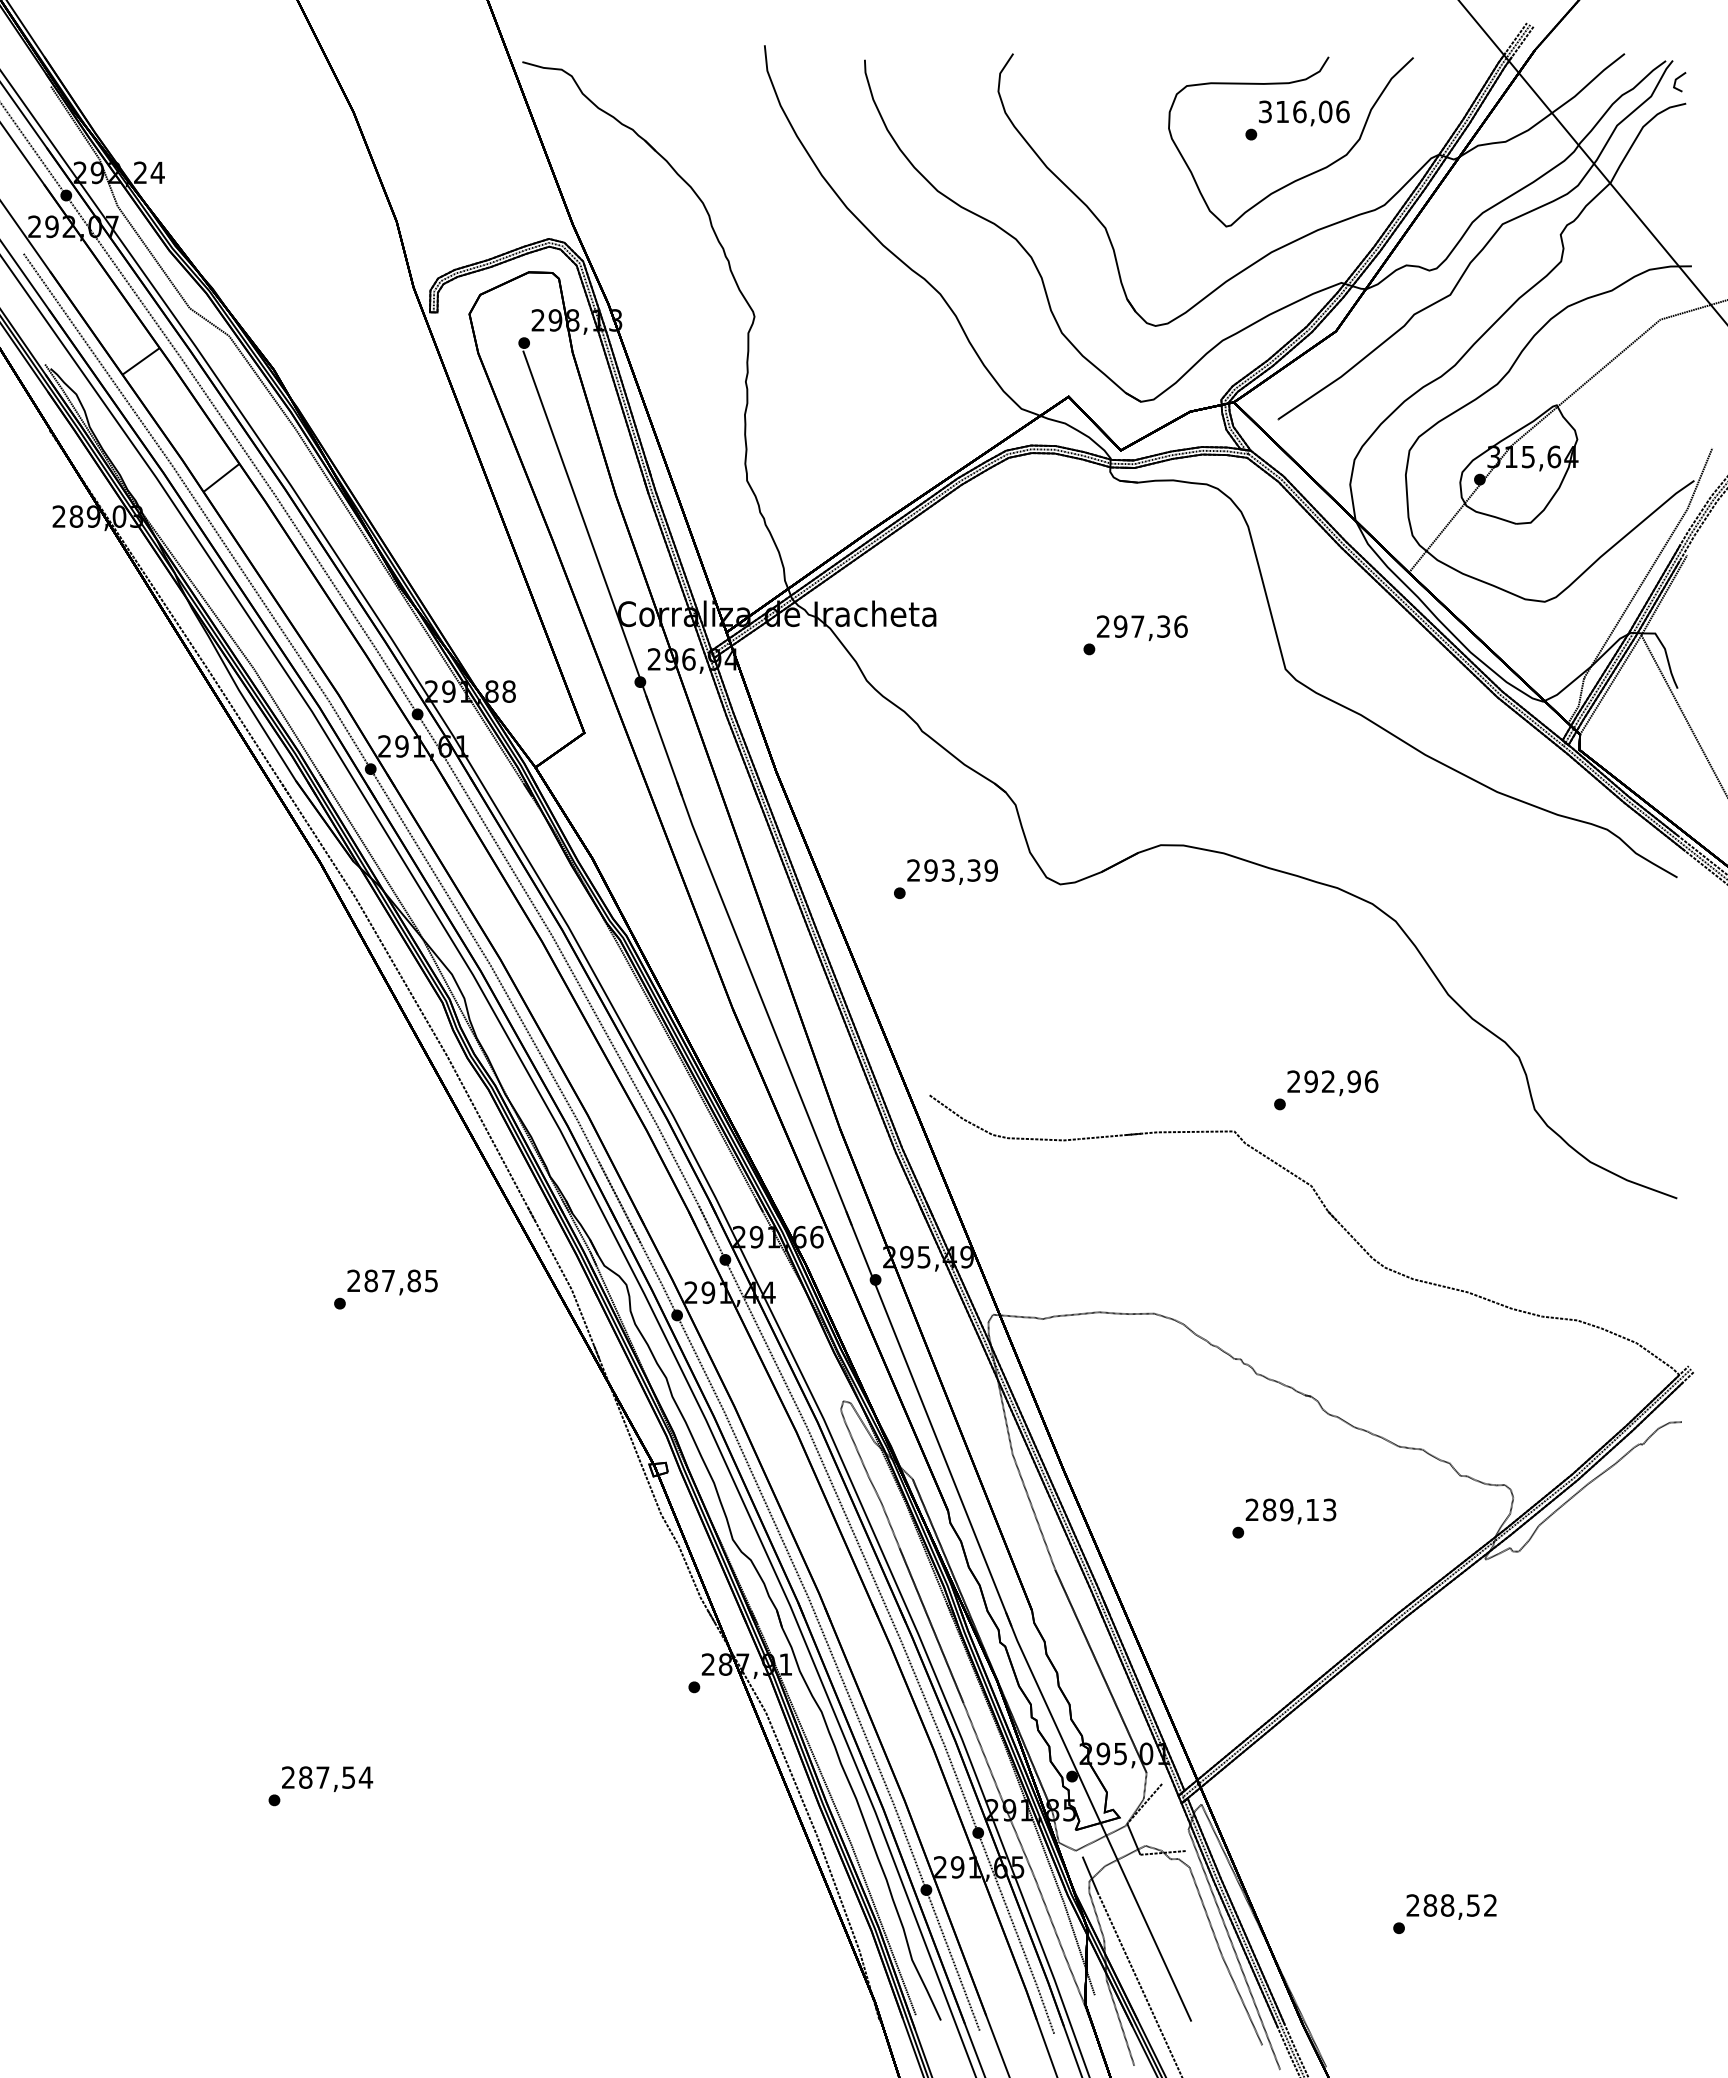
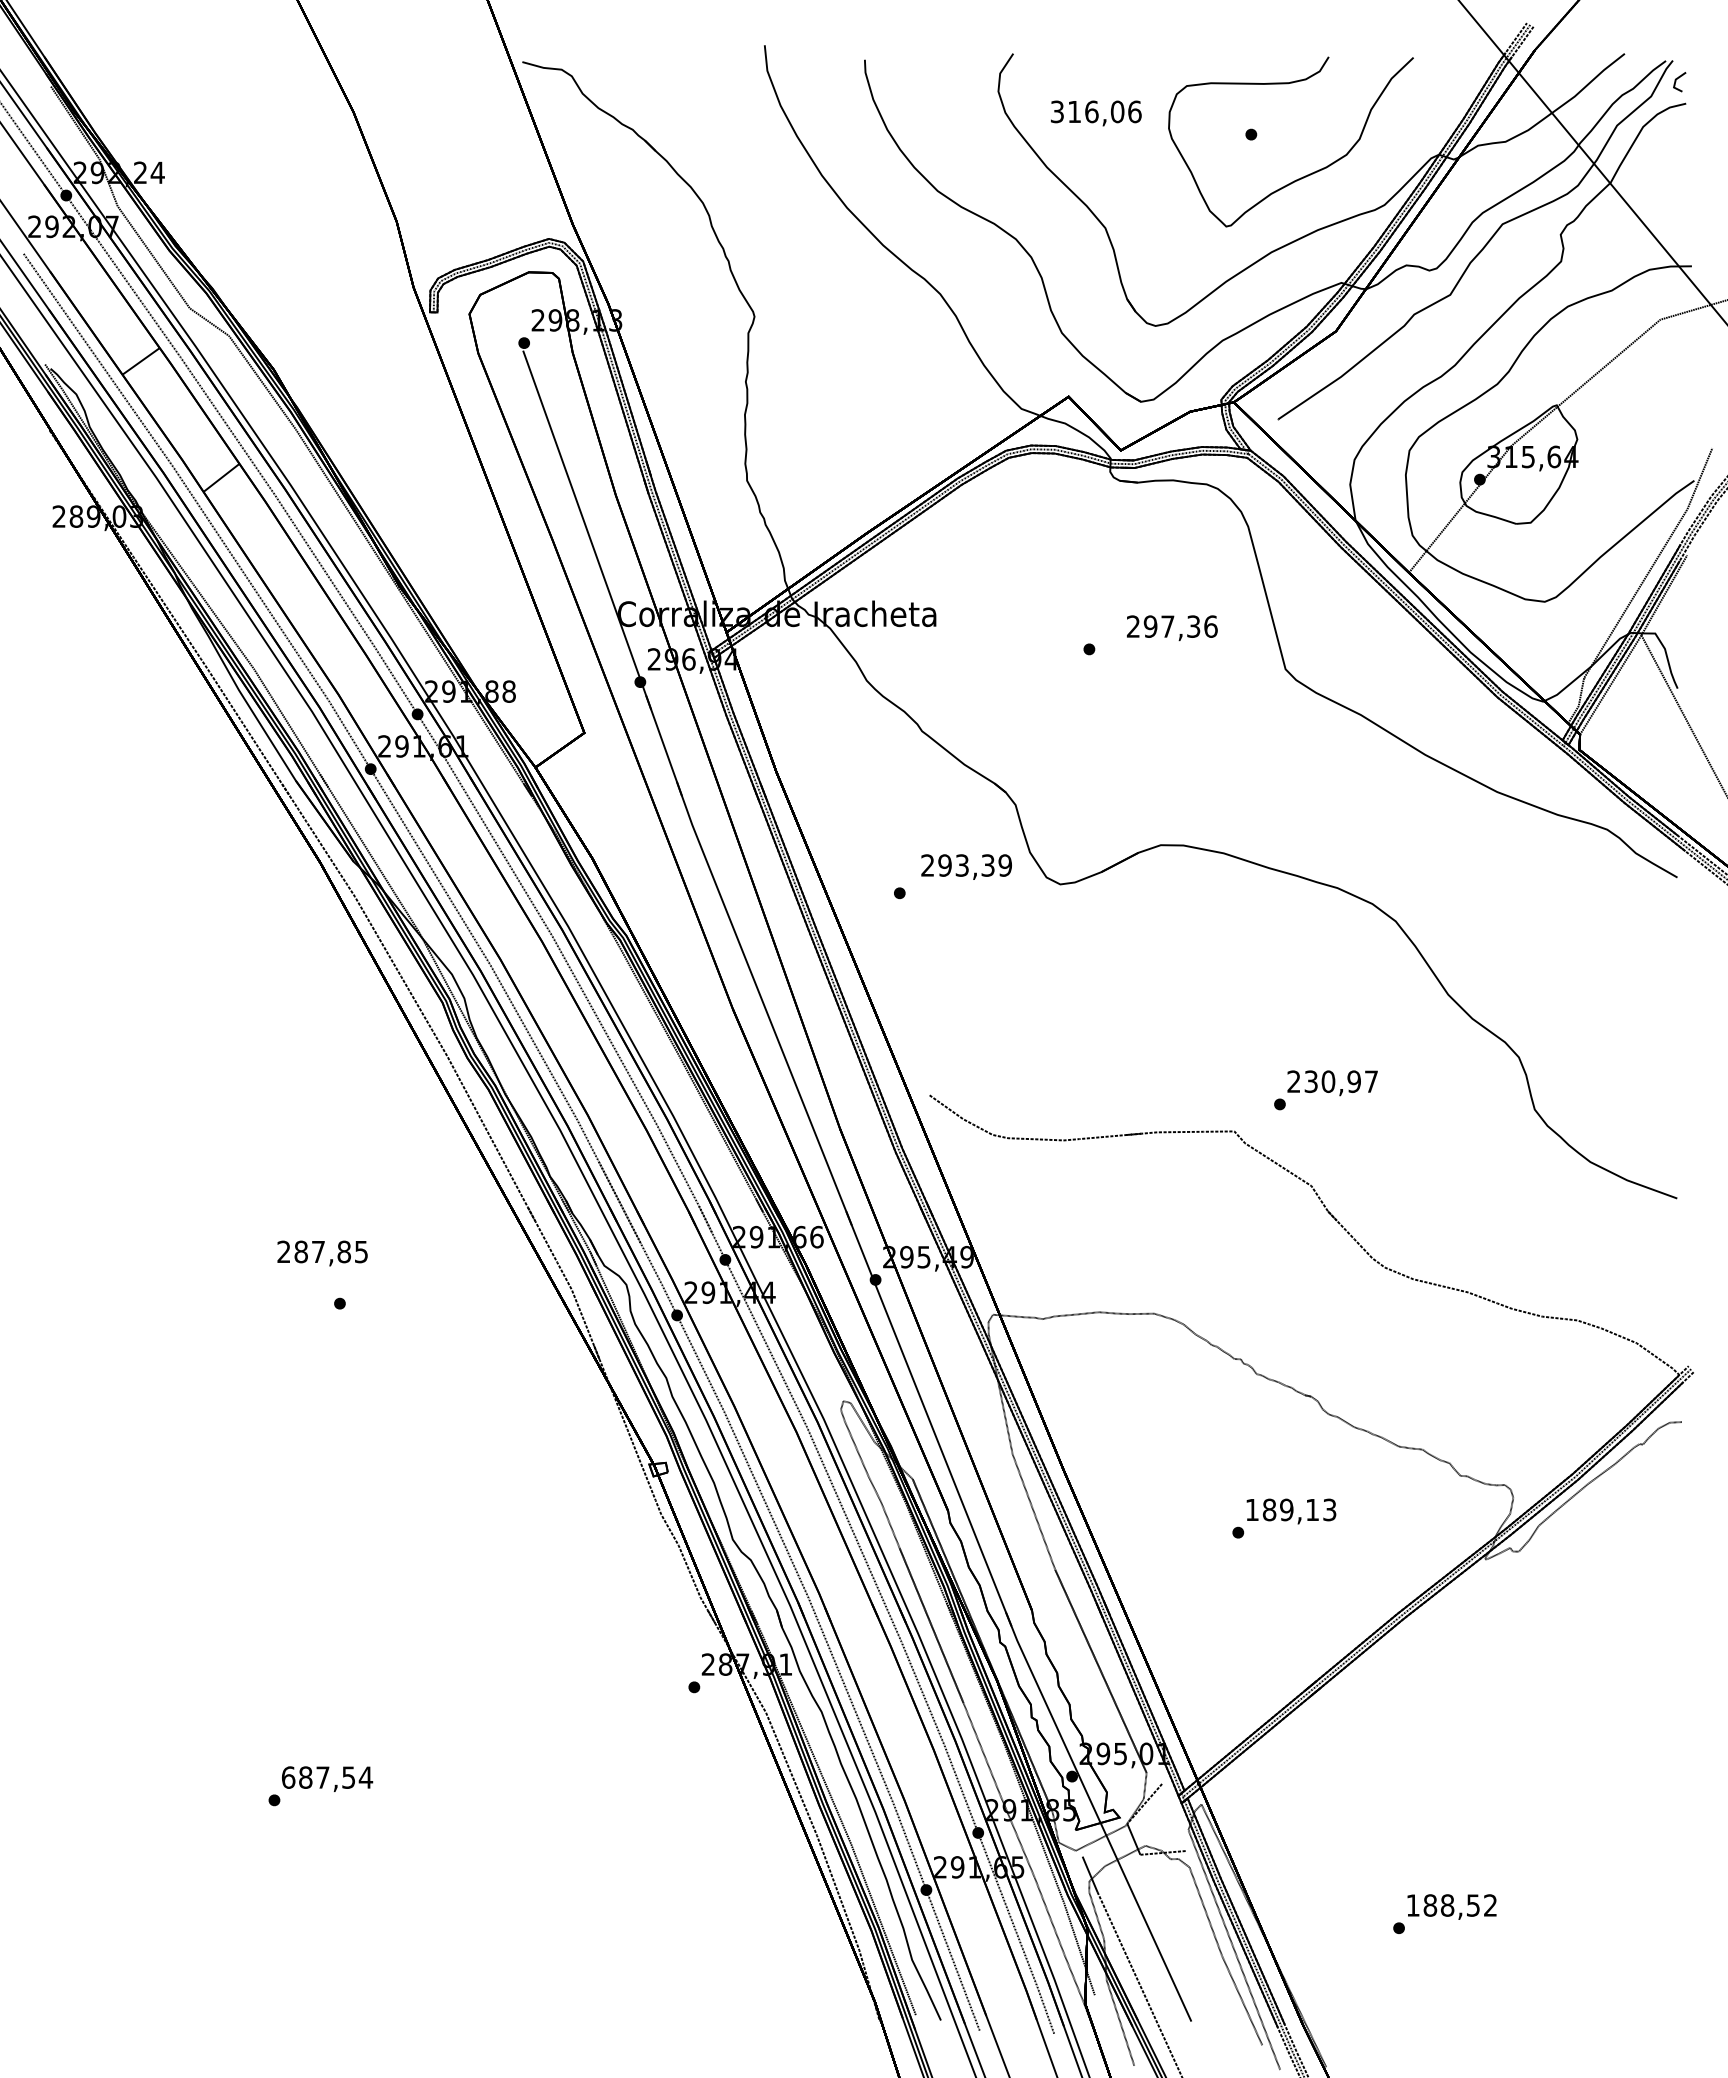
text at (1304, 113) position: (1304, 113) -> (1096, 113)
text at (1142, 628) position: (1142, 628) -> (1172, 628)
text at (952, 871) position: (952, 871) -> (966, 866)
text at (1341, 1081): 292,96 -> 230,97
text at (392, 1282) position: (392, 1282) -> (322, 1253)
text at (1251, 1509): 289,13 -> 189,13
text at (288, 1777): 287,54 -> 687,54
text at (1412, 1905): 288,52 -> 188,52
